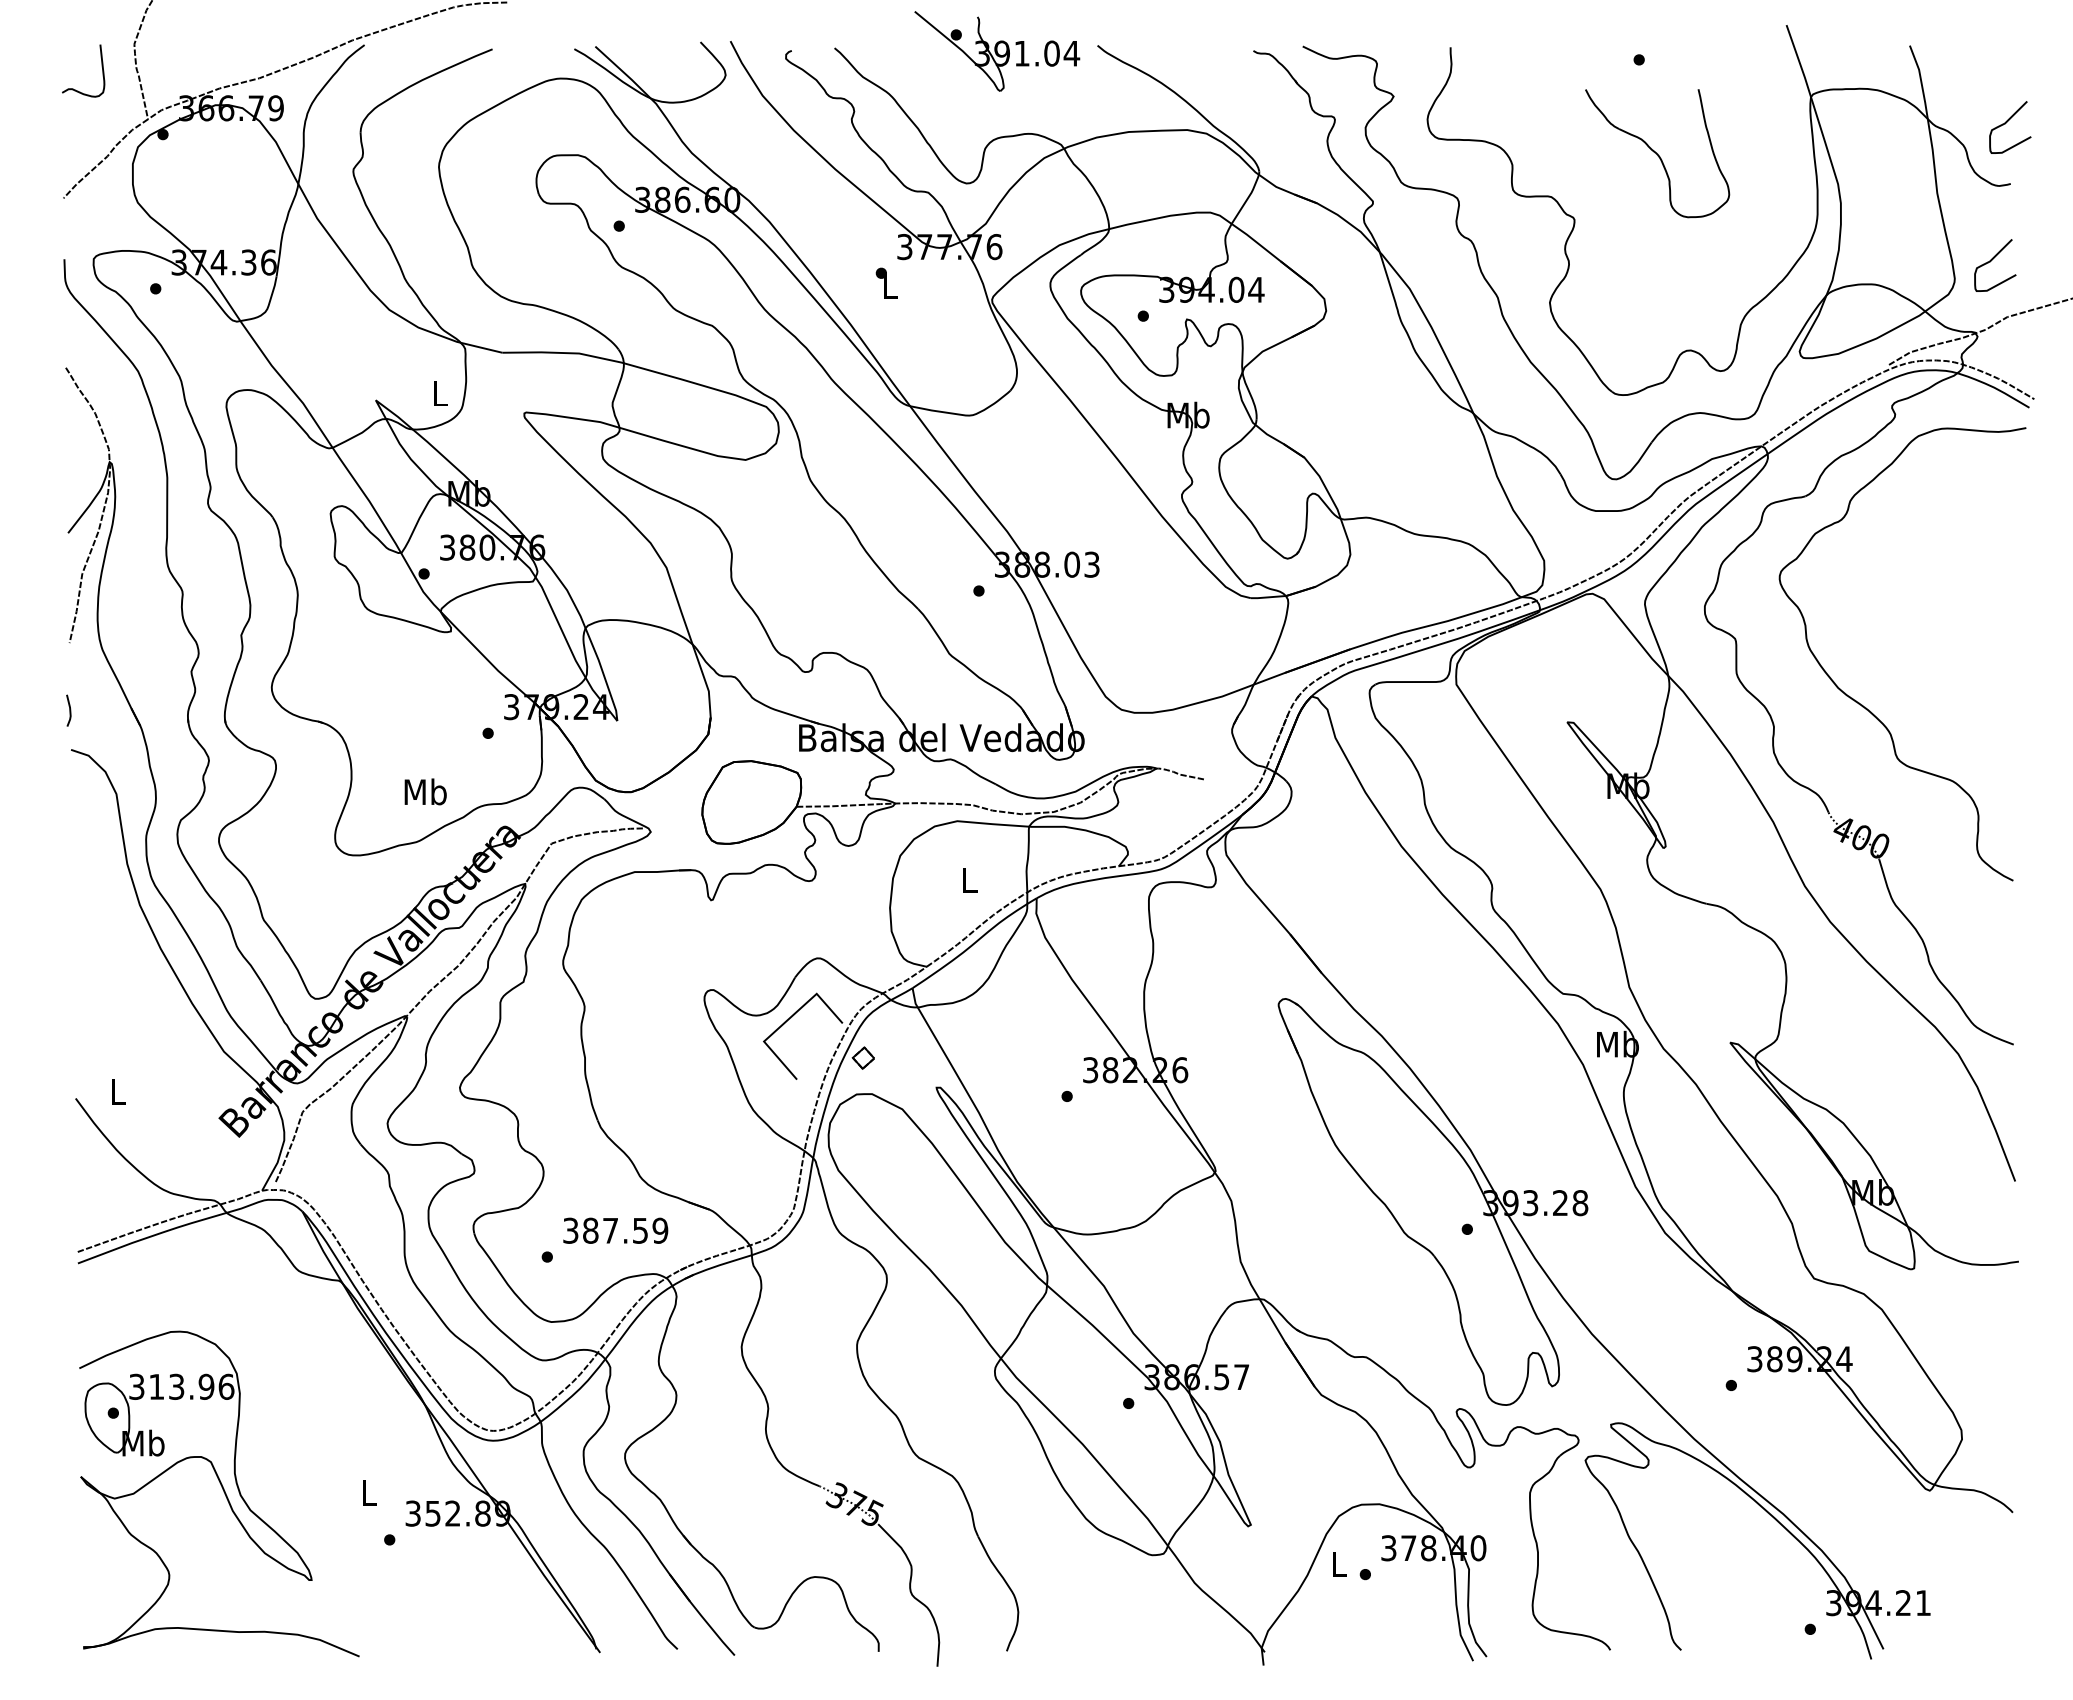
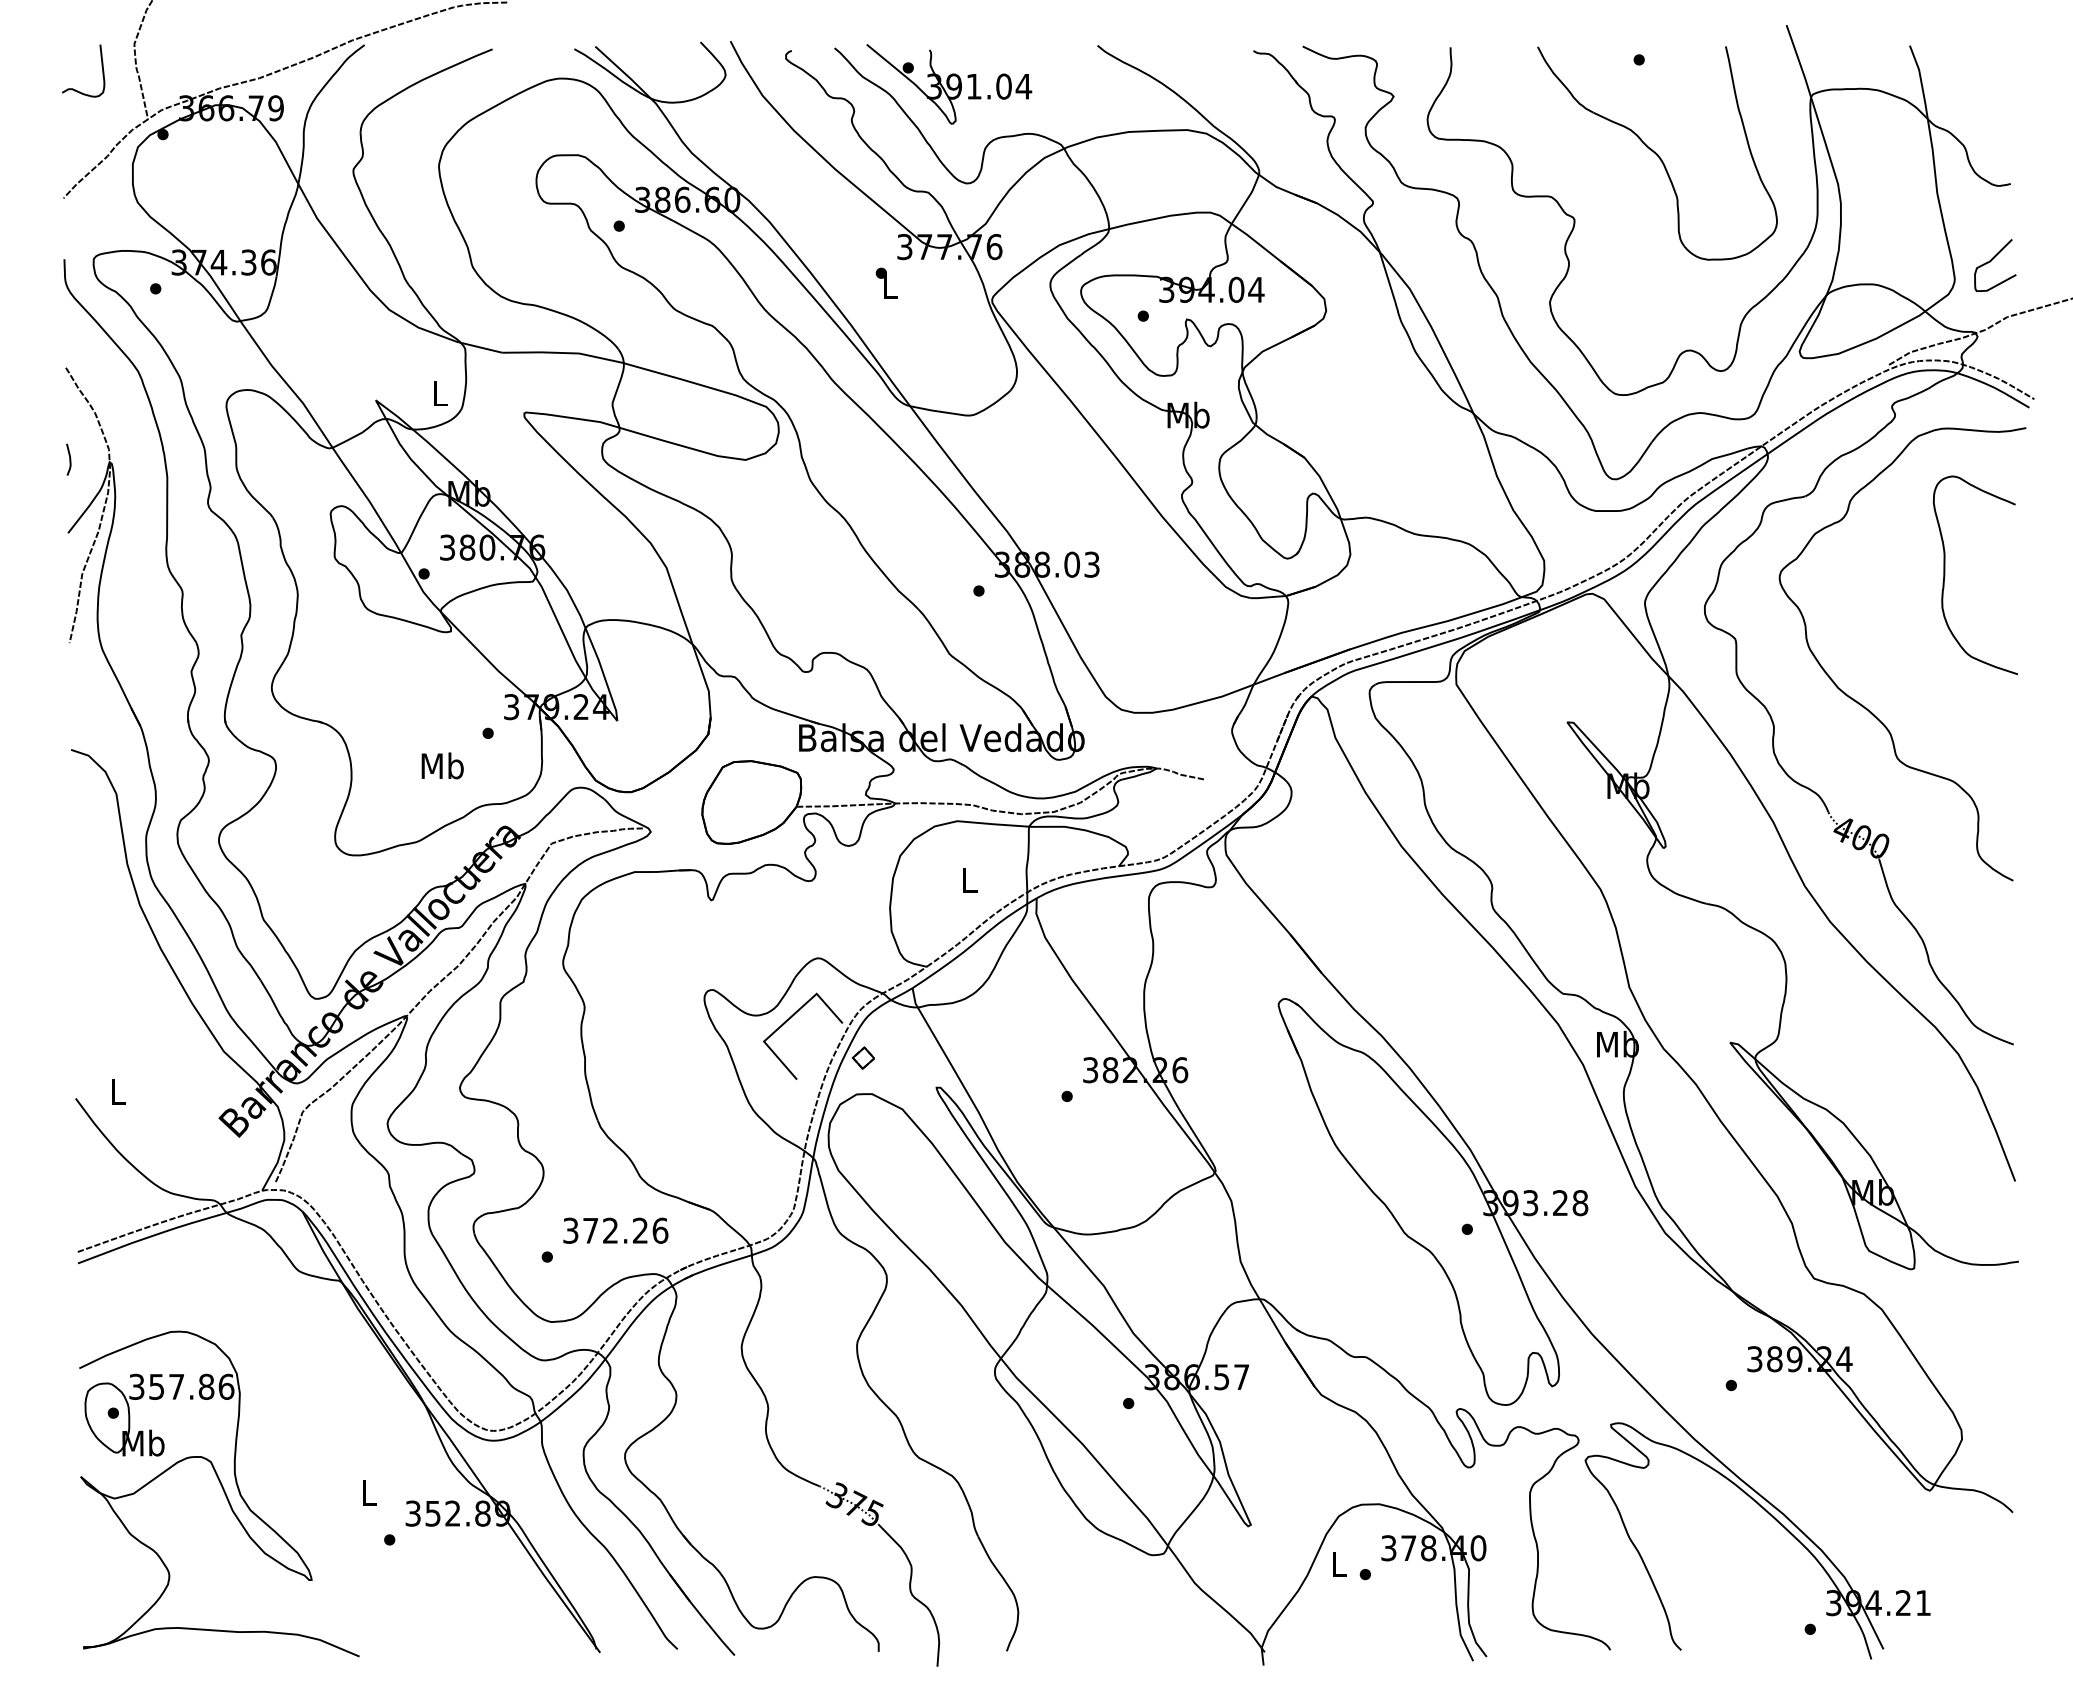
part at (997, 51) position: (997, 51) -> (949, 84)
curve at (2006, 123): present -> none
part at (1657, 153) size: 146x130 px -> 241x215 px
curve at (1945, 575): none -> present
line at (69, 710) position: (69, 710) -> (69, 459)
text at (425, 791) position: (425, 791) -> (442, 765)
text at (625, 1230): 387.59 -> 372.26
text at (181, 1386): 313.96 -> 357.86
